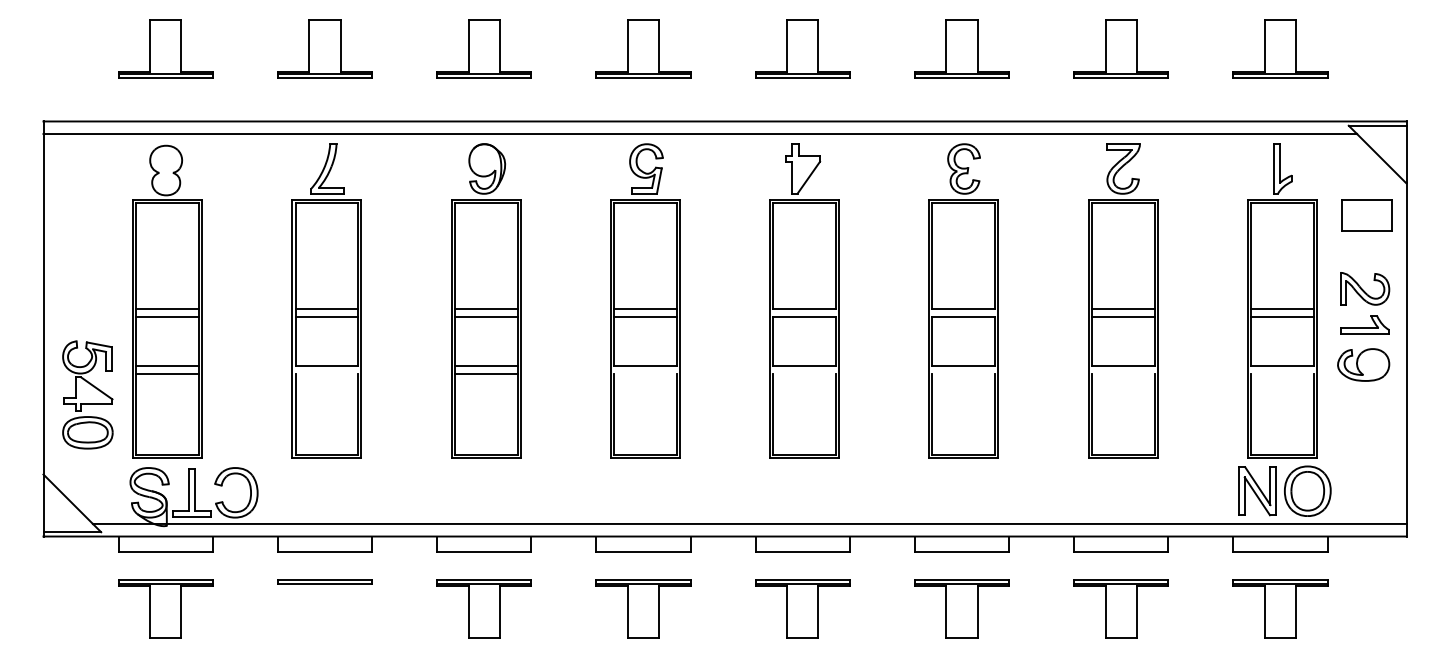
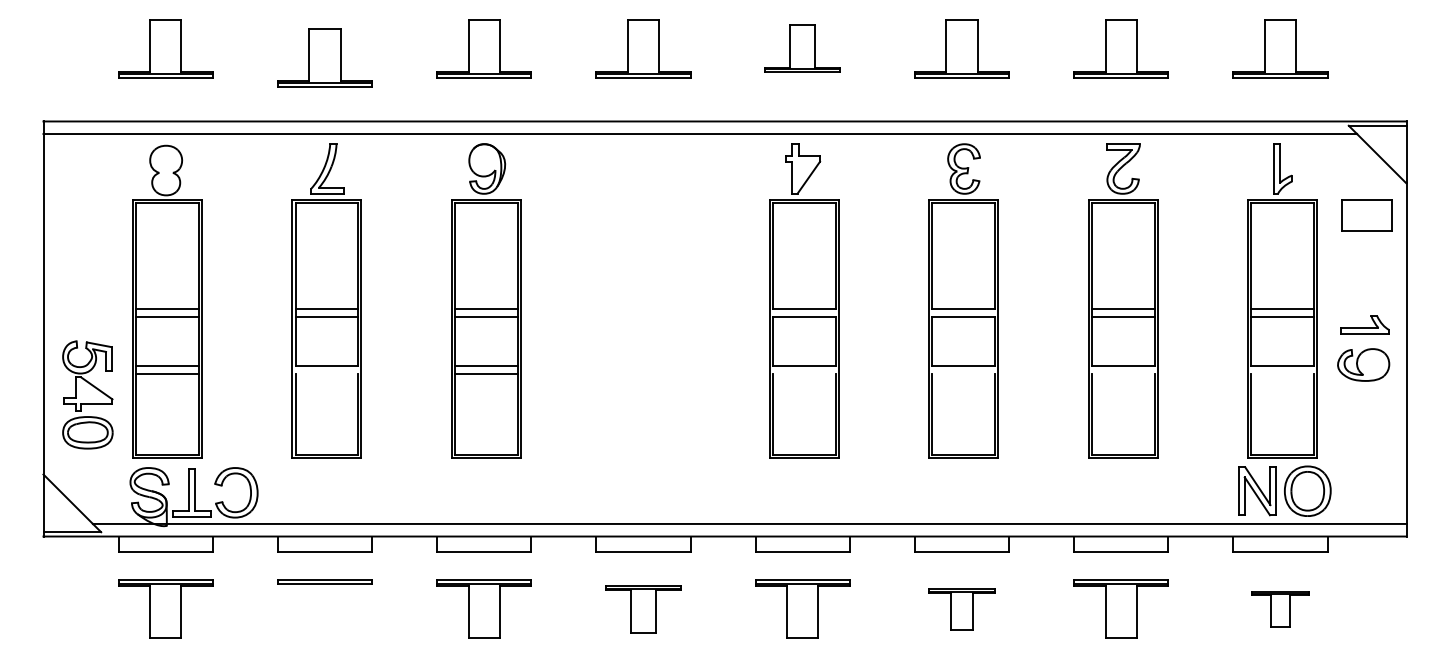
part at (324, 48) position: (324, 48) -> (324, 57)
part at (802, 48) size: 96x60 px -> 77x49 px
part at (1365, 288): present -> none
part at (645, 300): present -> none
part at (643, 608) size: 97x60 px -> 77x49 px
part at (961, 608) size: 96x60 px -> 68x43 px
part at (1280, 608) size: 97x60 px -> 59x37 px
